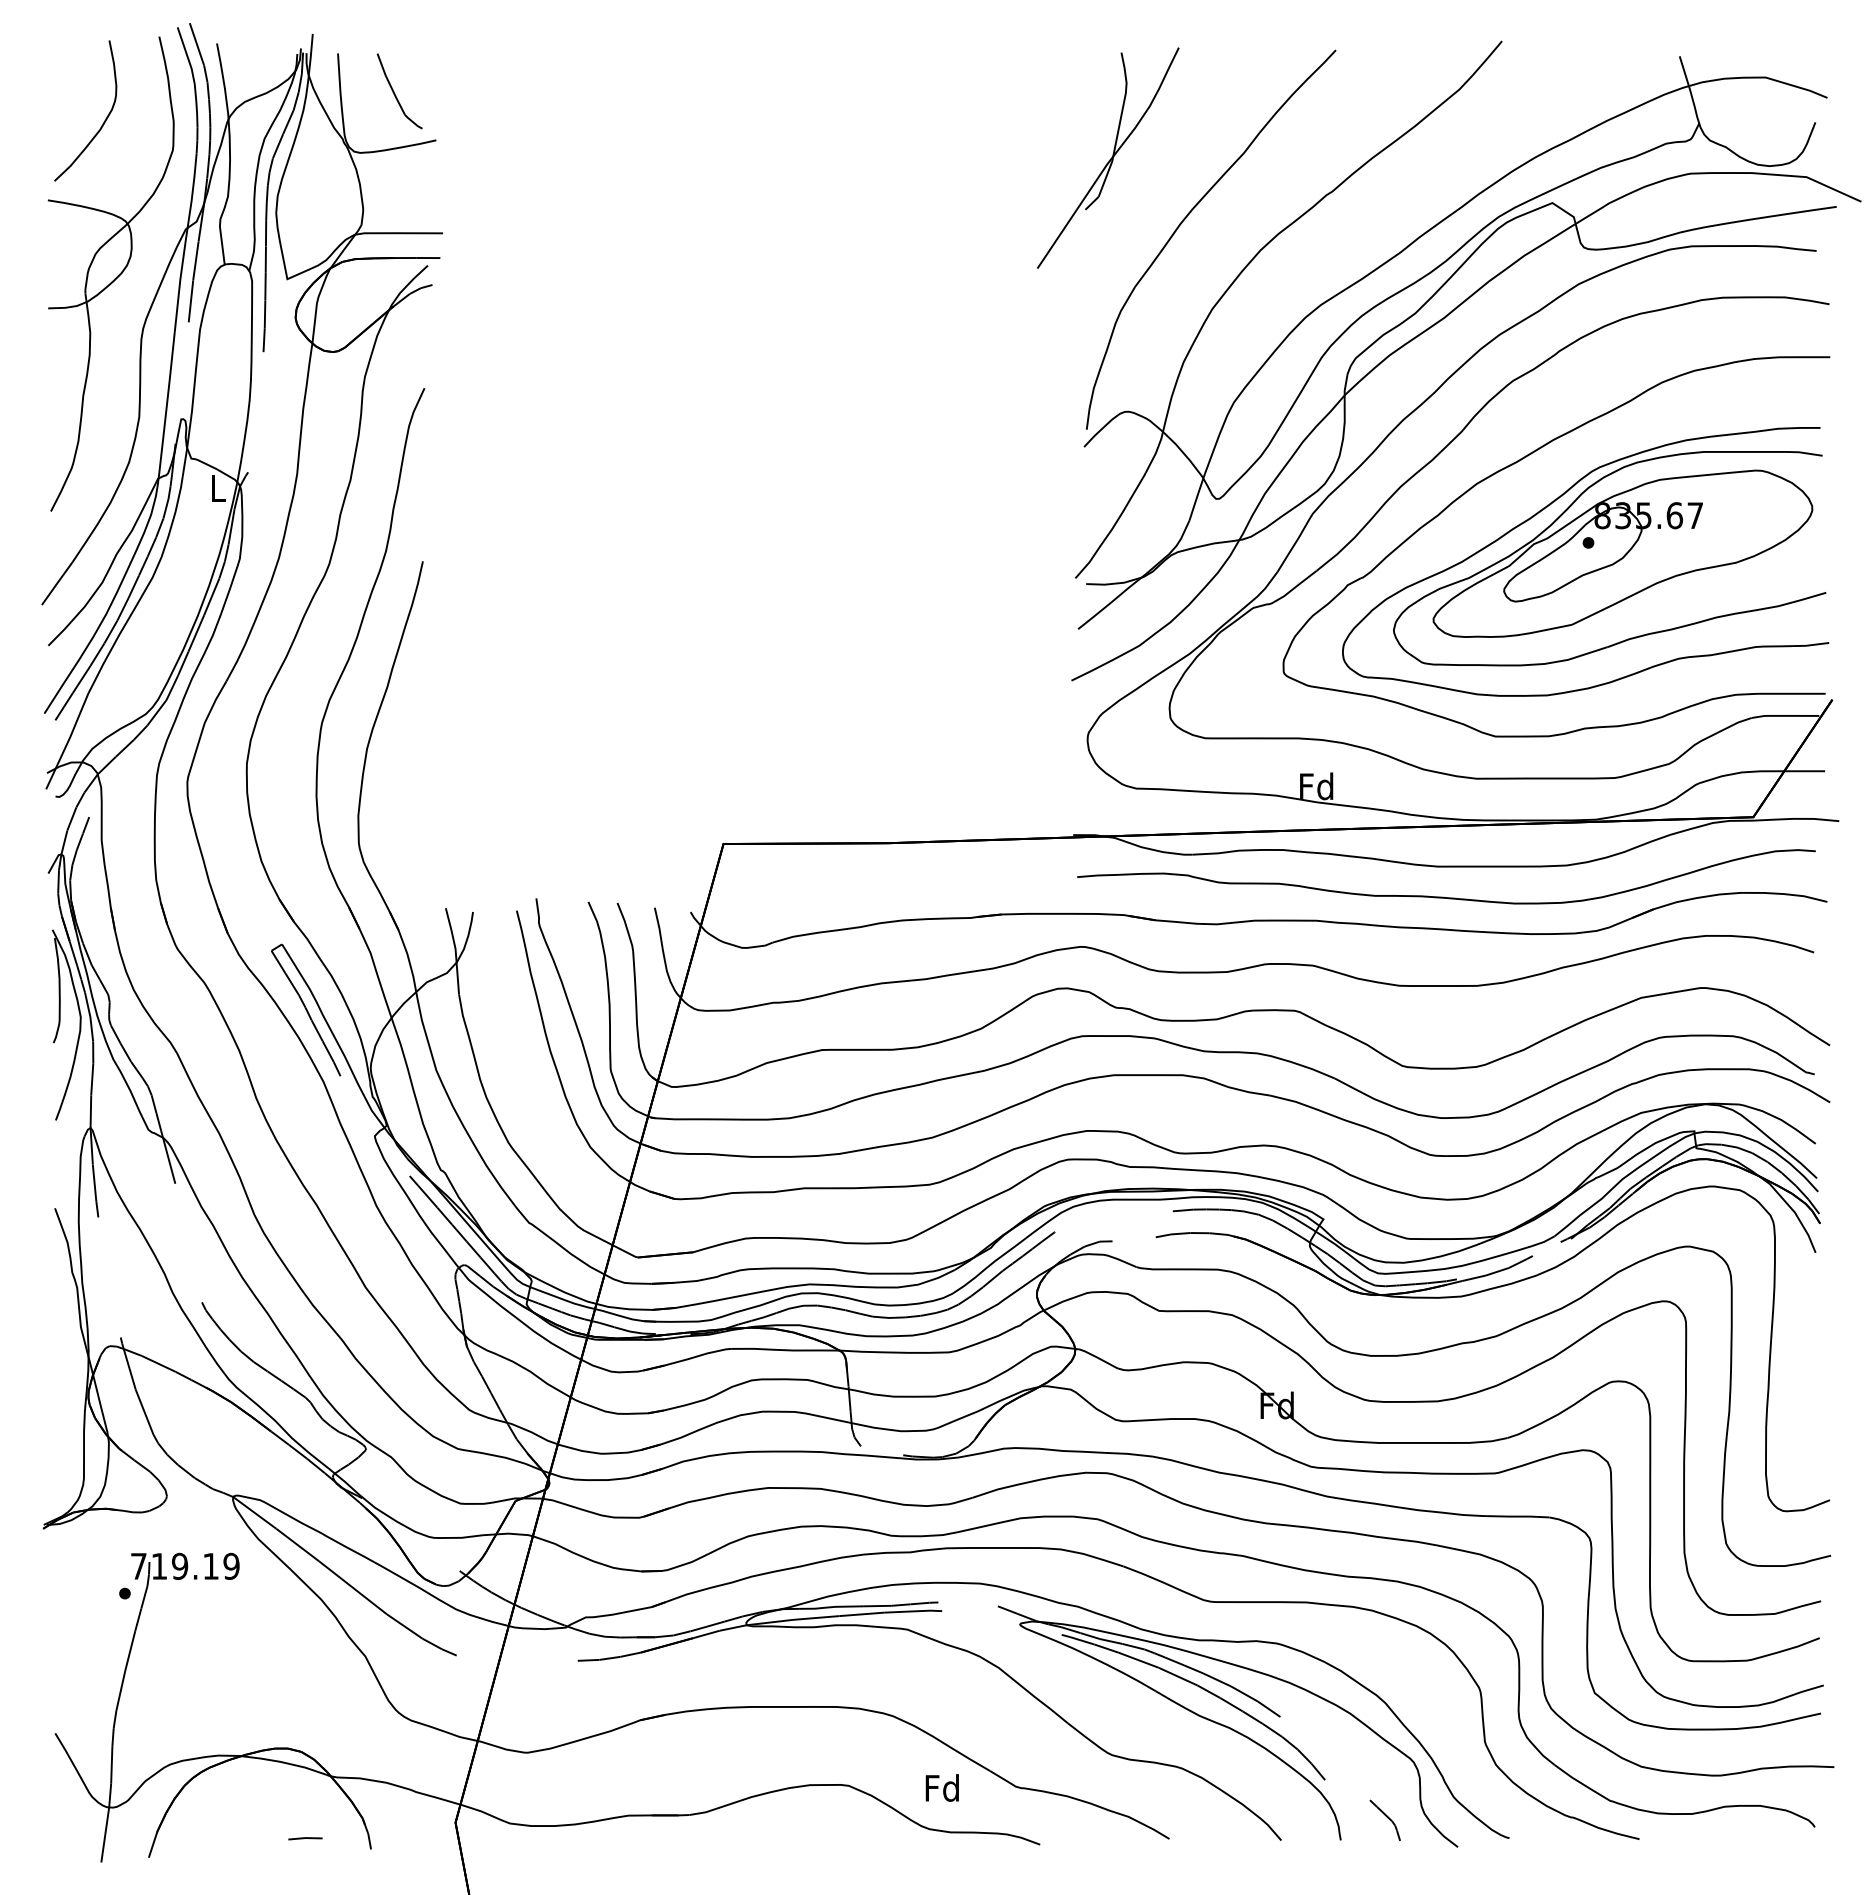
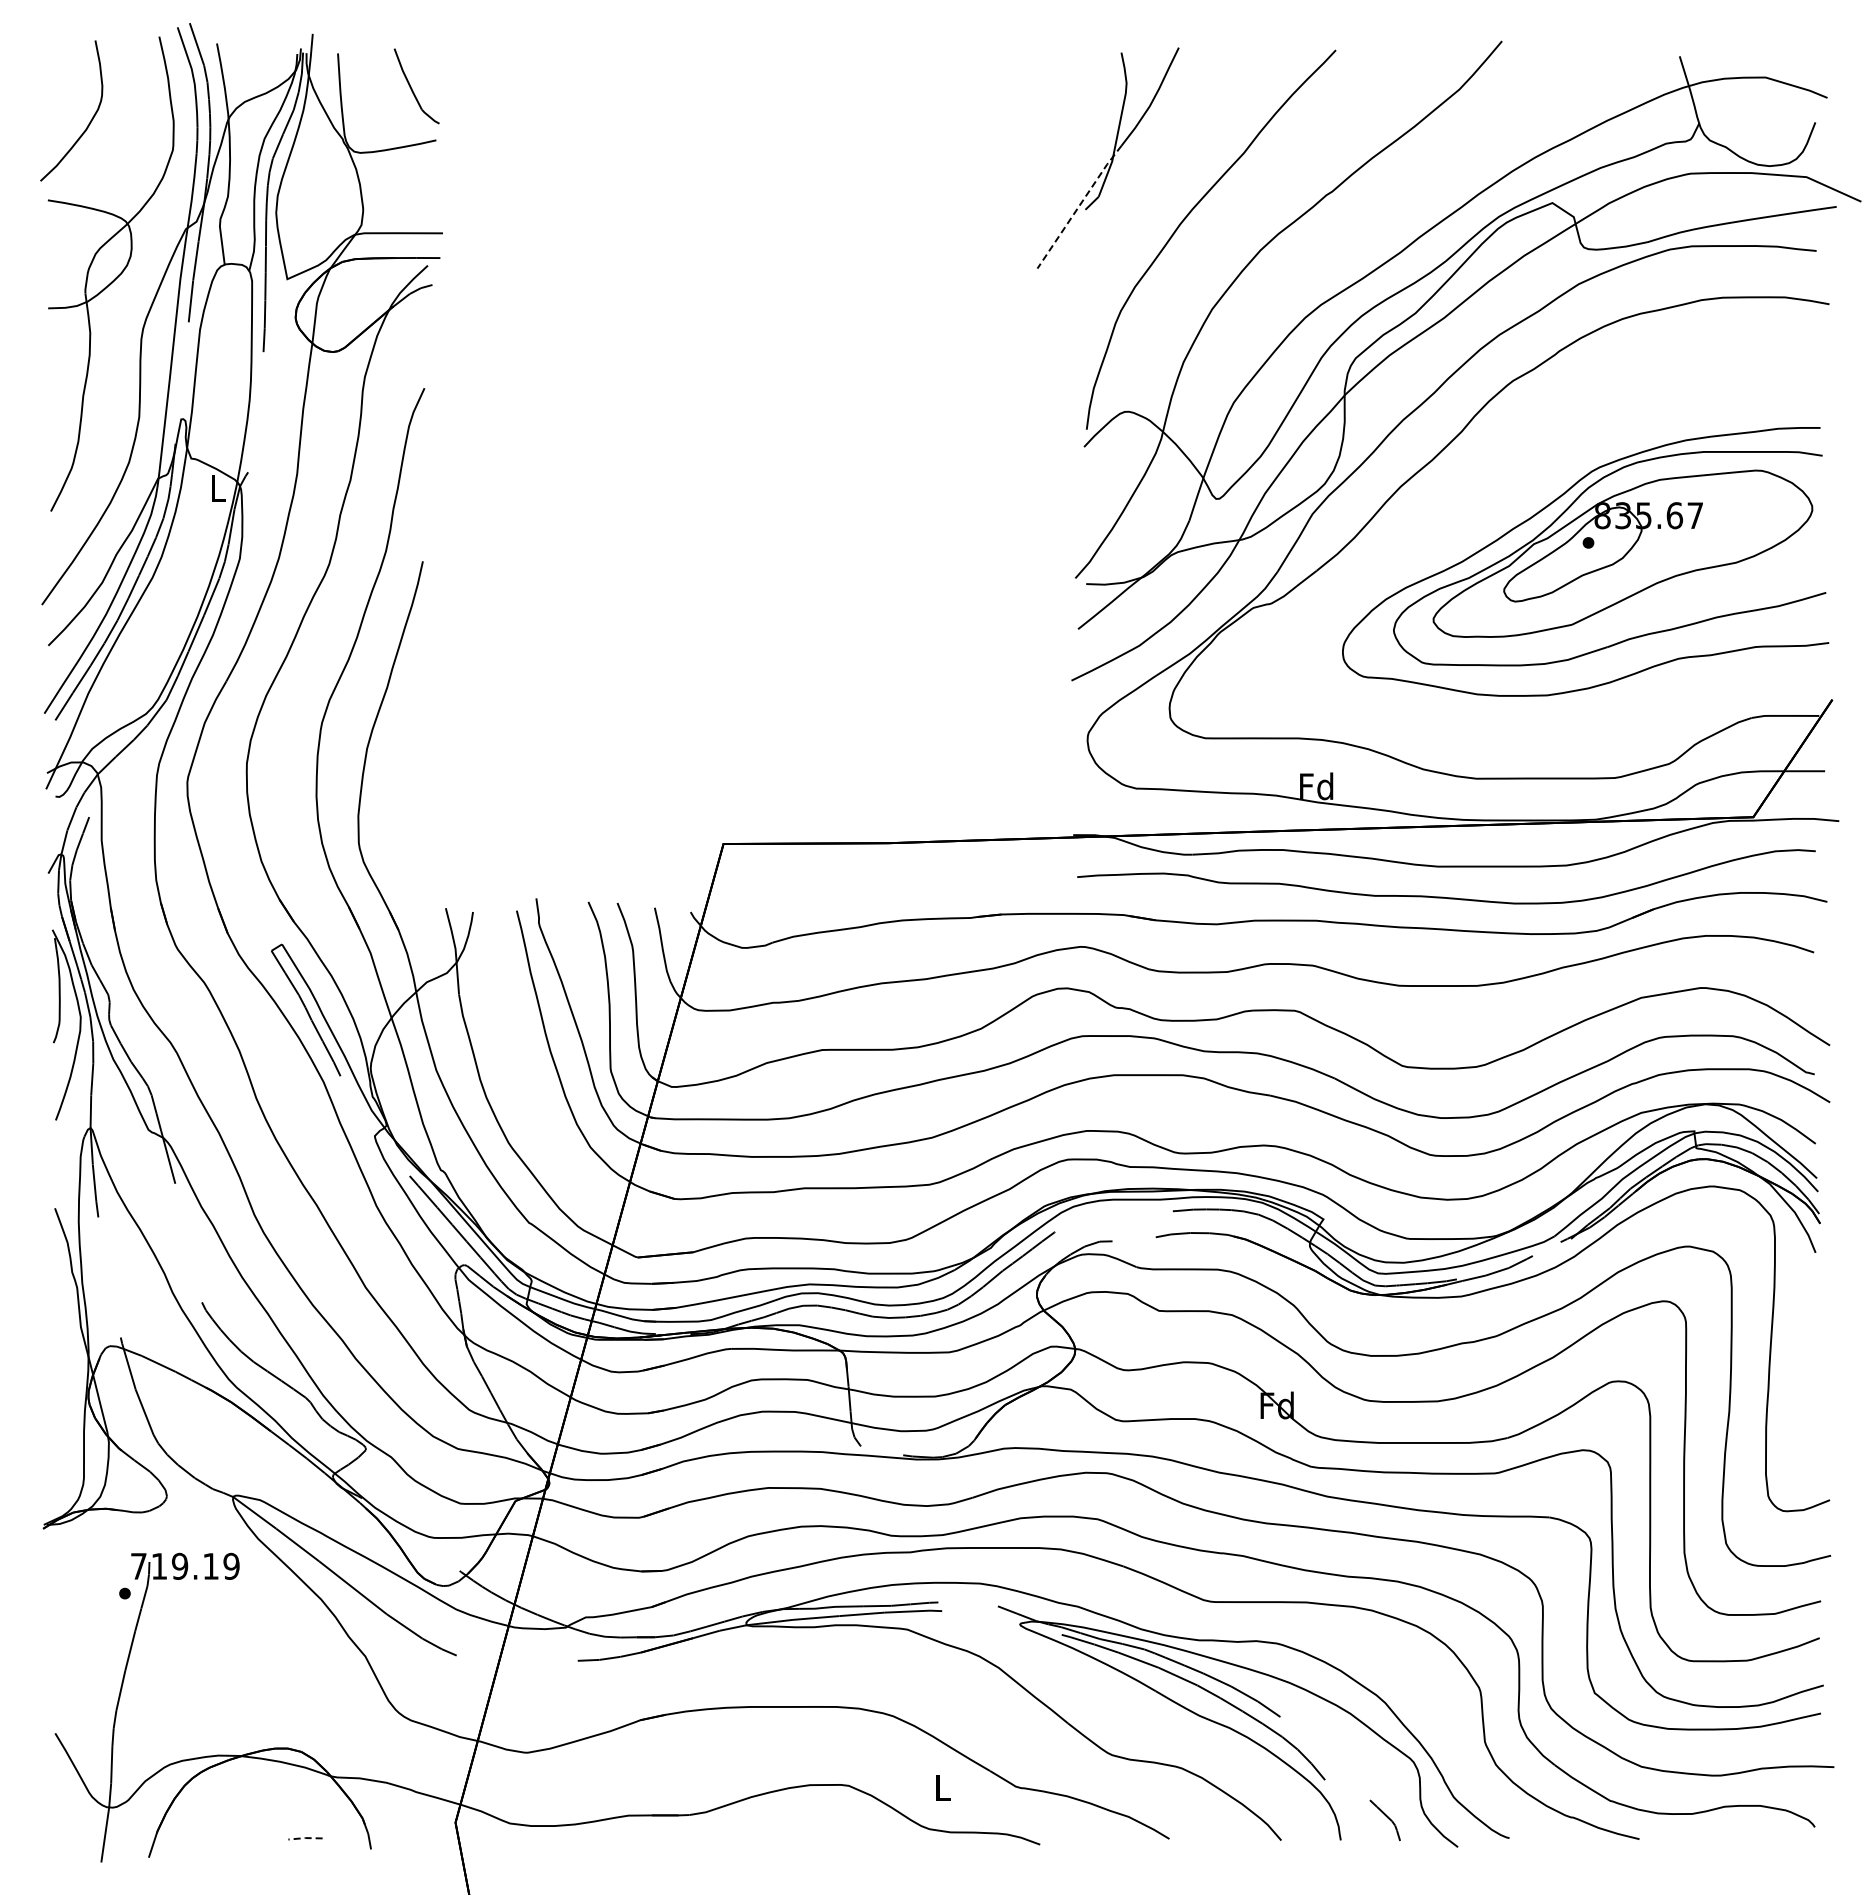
part at (399, 91) position: (399, 91) -> (416, 86)
curve at (102, 123) position: (102, 123) -> (88, 123)
line at (1078, 206): solid -> dashed
part at (1514, 464): present -> none
text at (941, 1787): Fd -> L
line at (305, 1838): solid -> dashed
